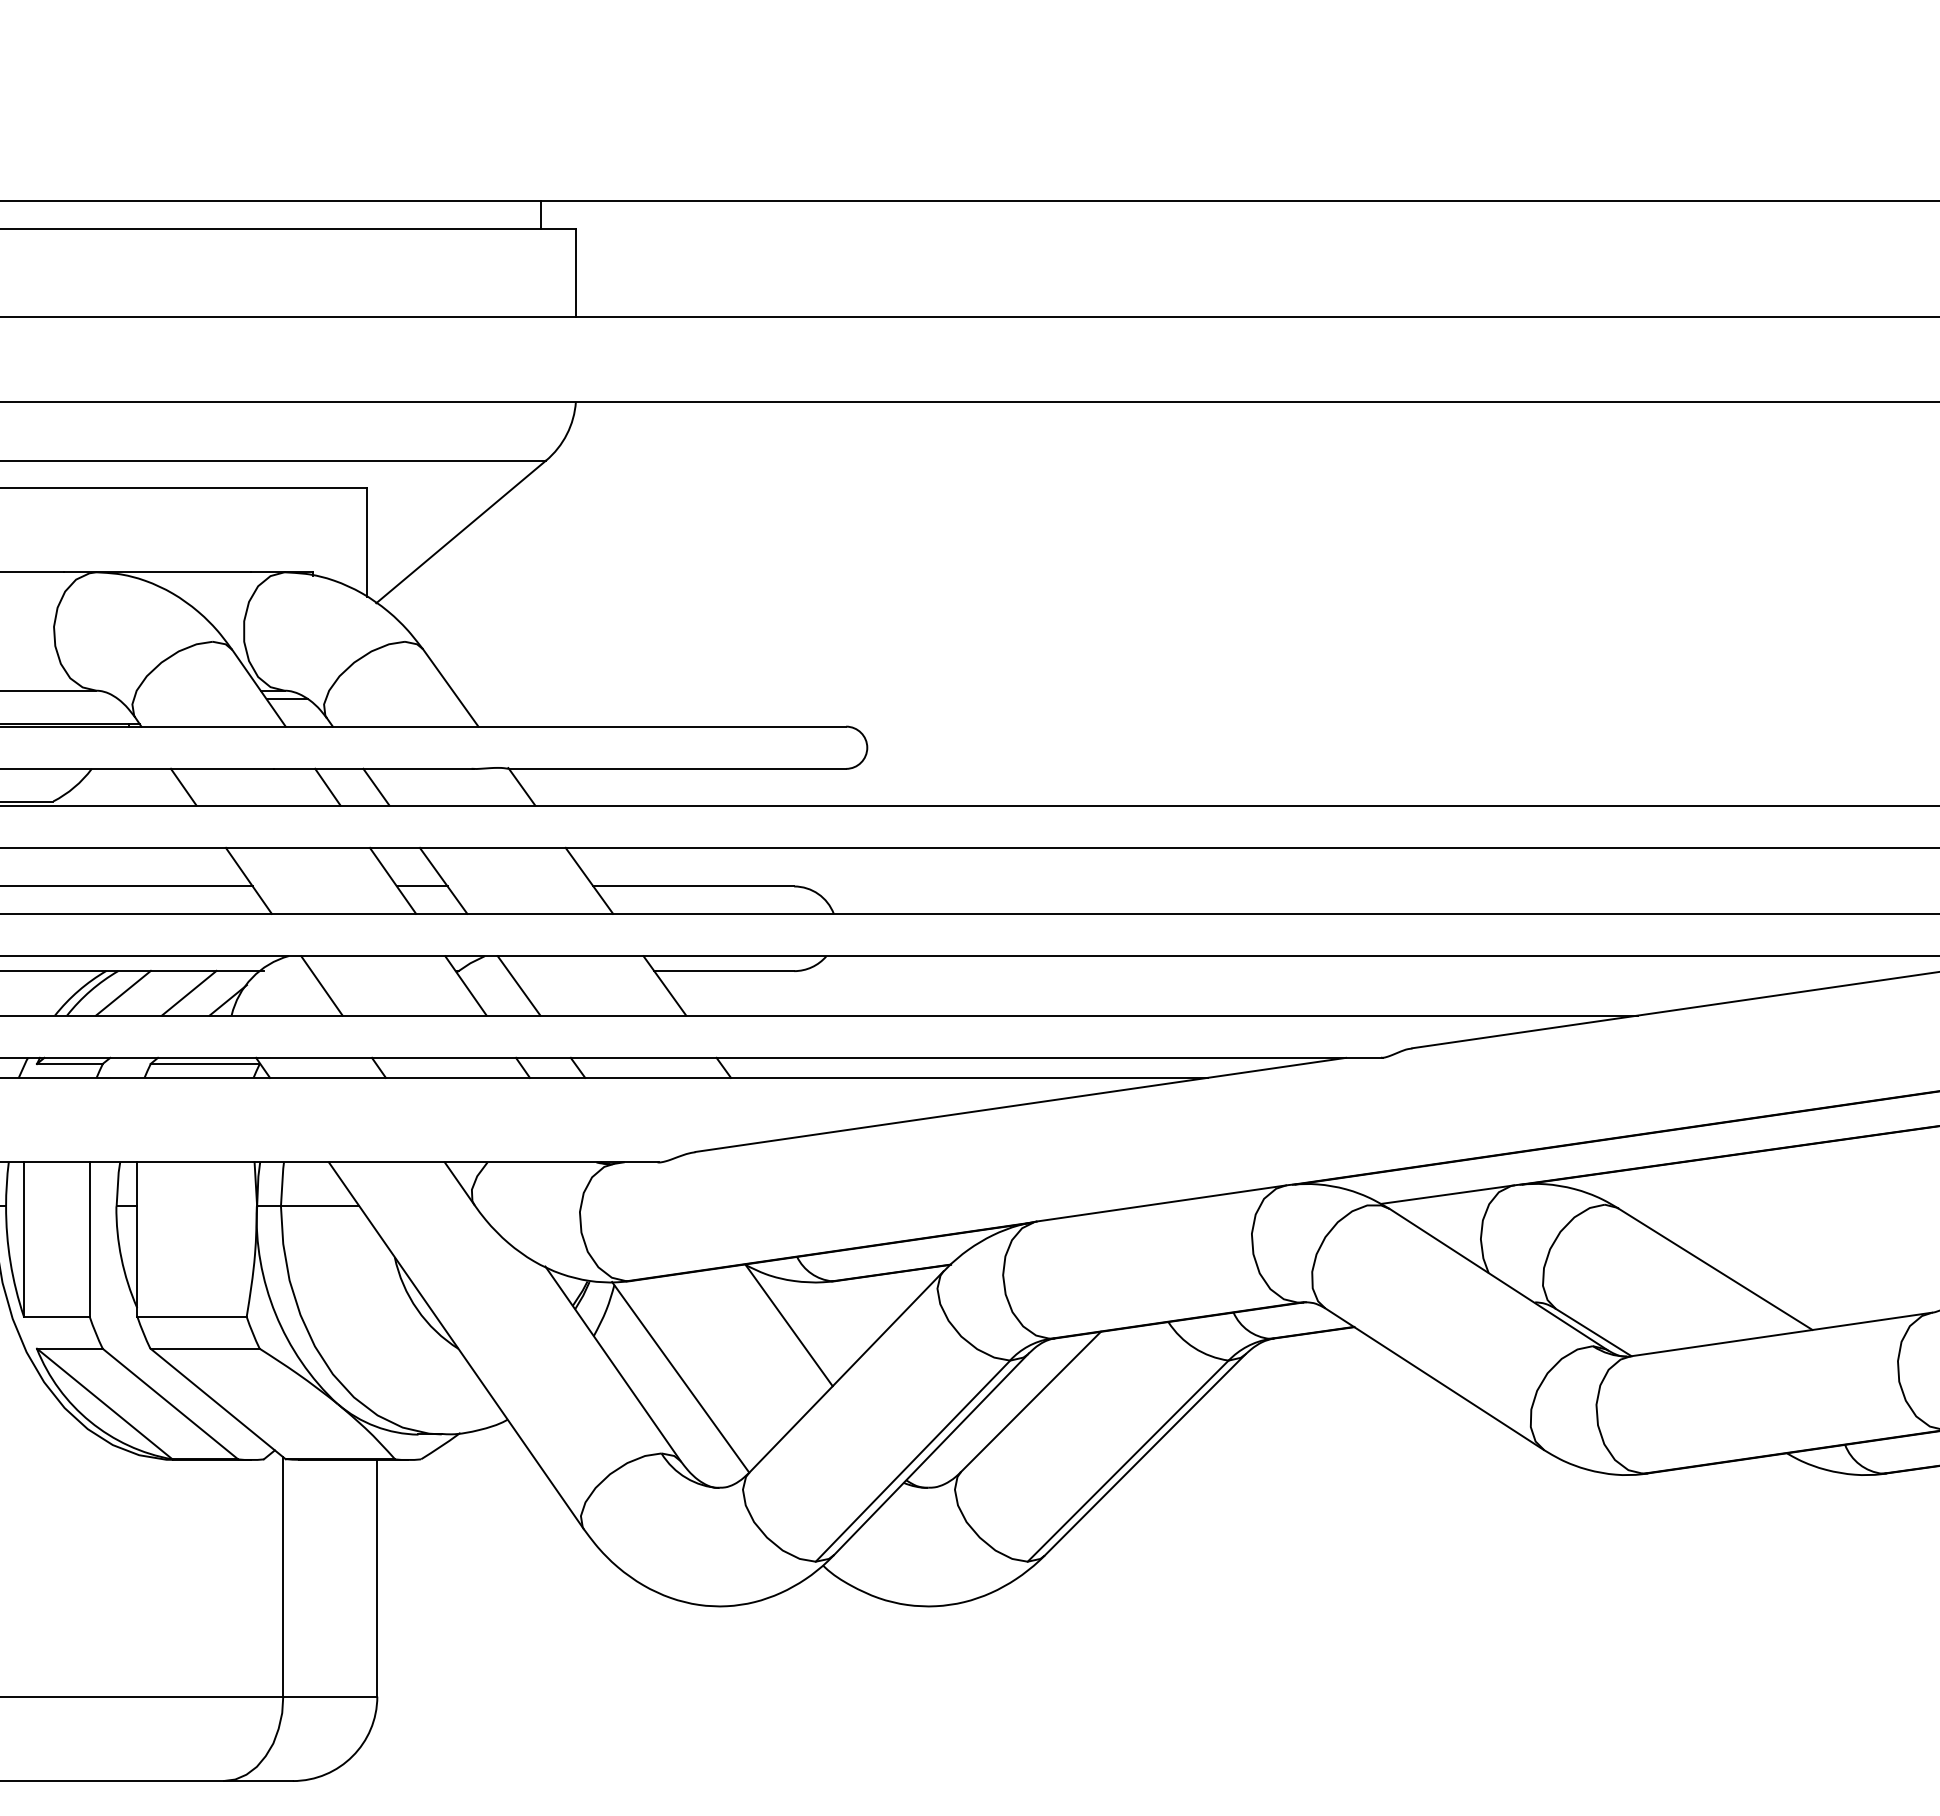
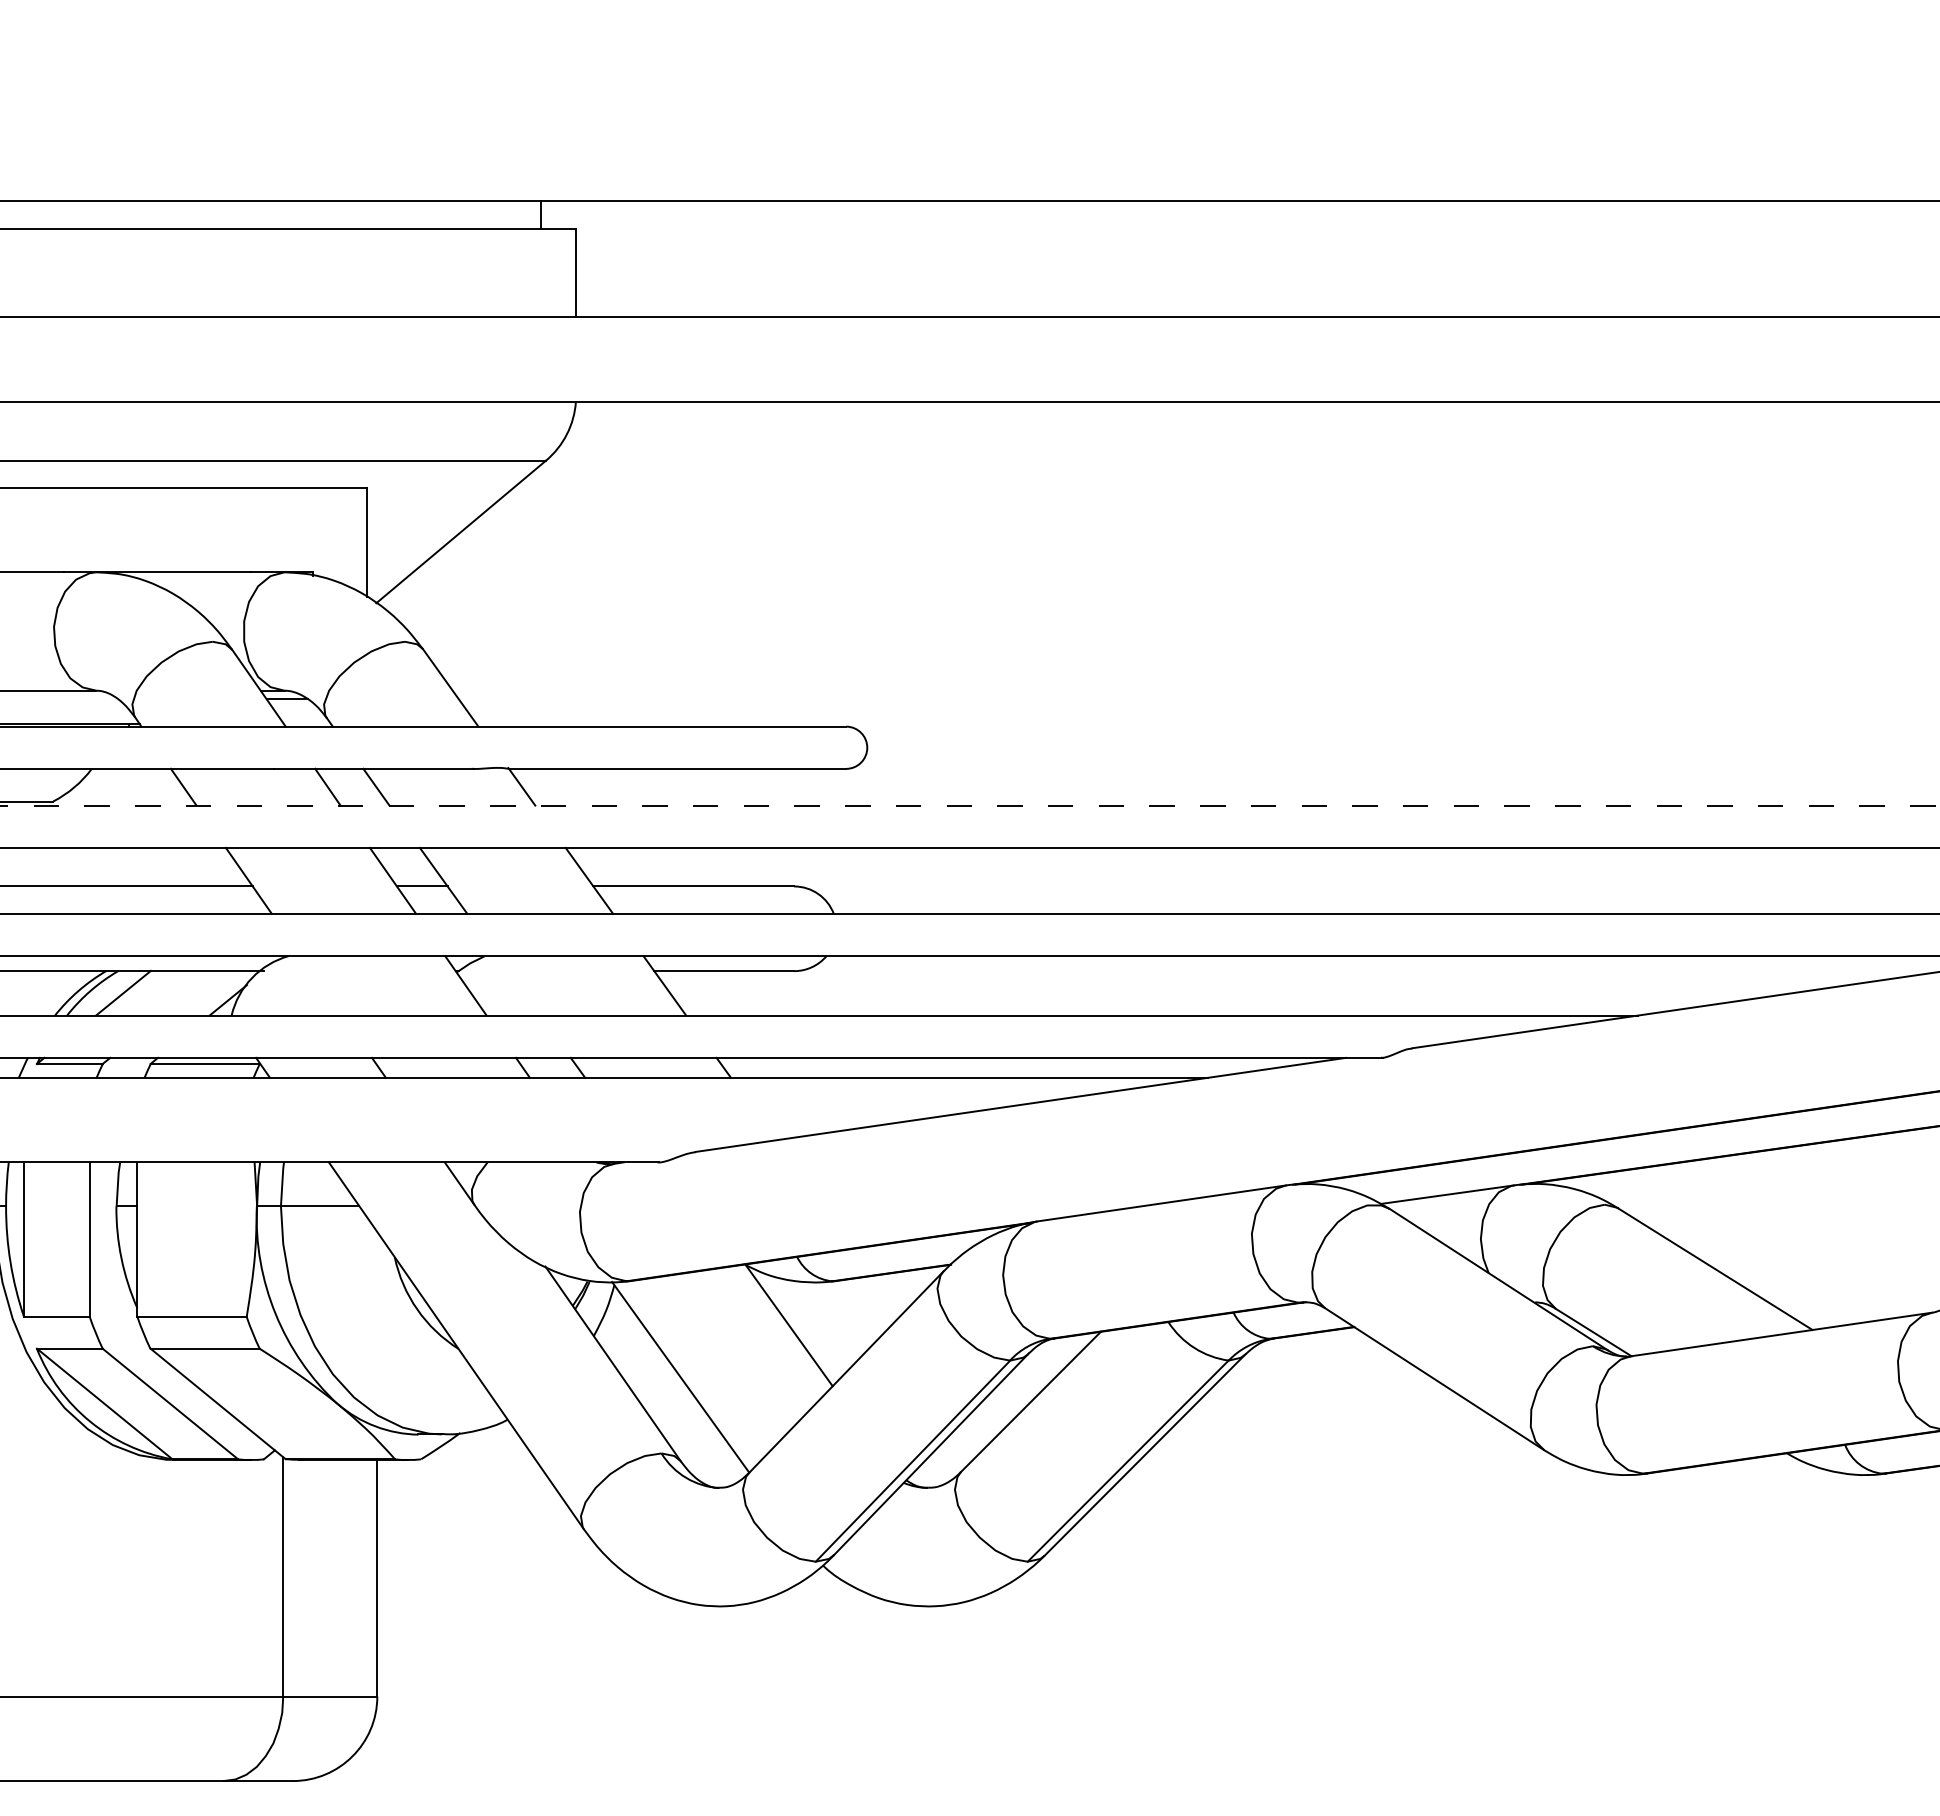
line at (969, 805): solid -> dashed
line at (321, 985): present -> none
line at (518, 985): present -> none
line at (189, 992): present -> none
